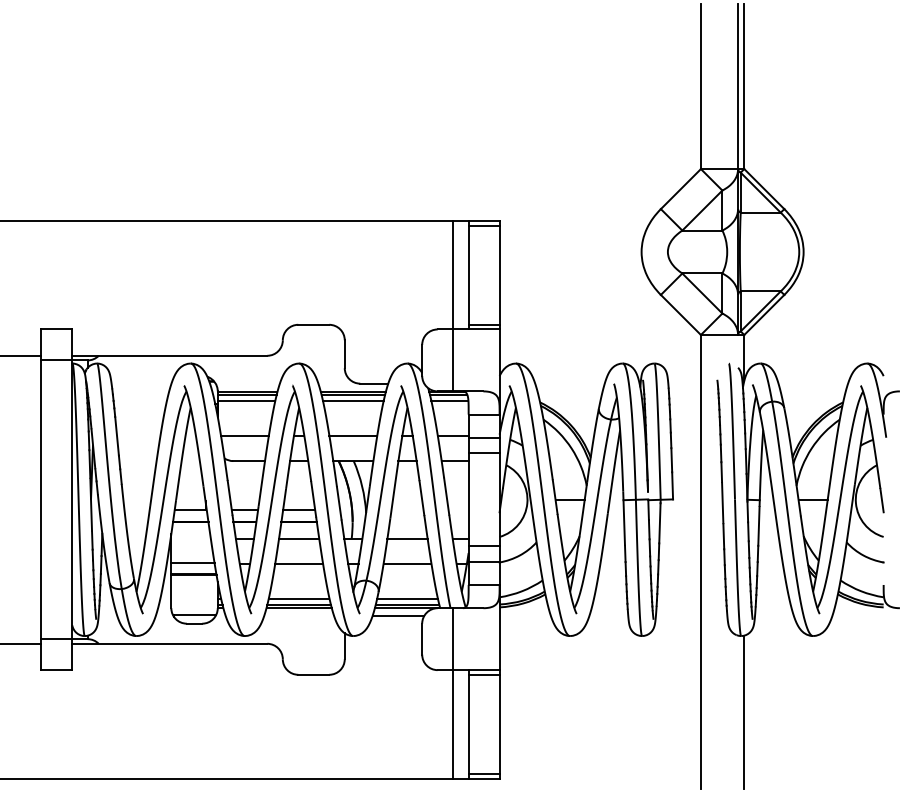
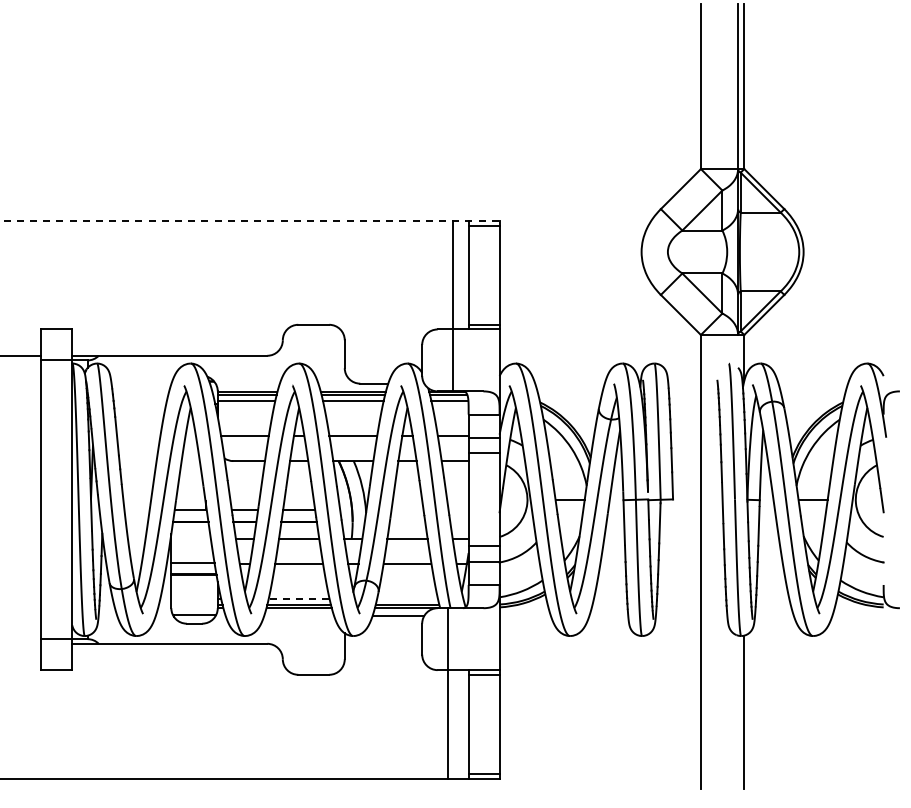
line at (249, 221): solid -> dashed
line at (298, 598): solid -> dashed
line at (407, 598): present -> none
line at (21, 643): present -> none
line at (453, 693) position: (453, 693) -> (448, 693)
